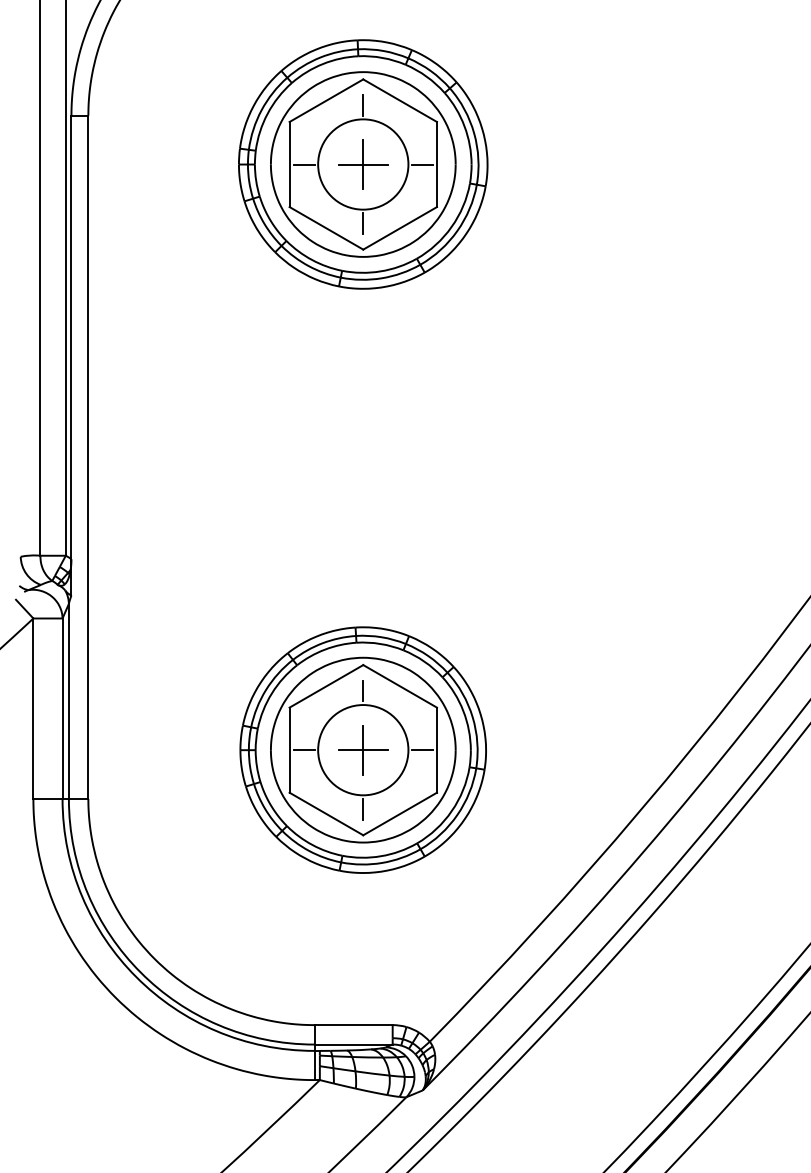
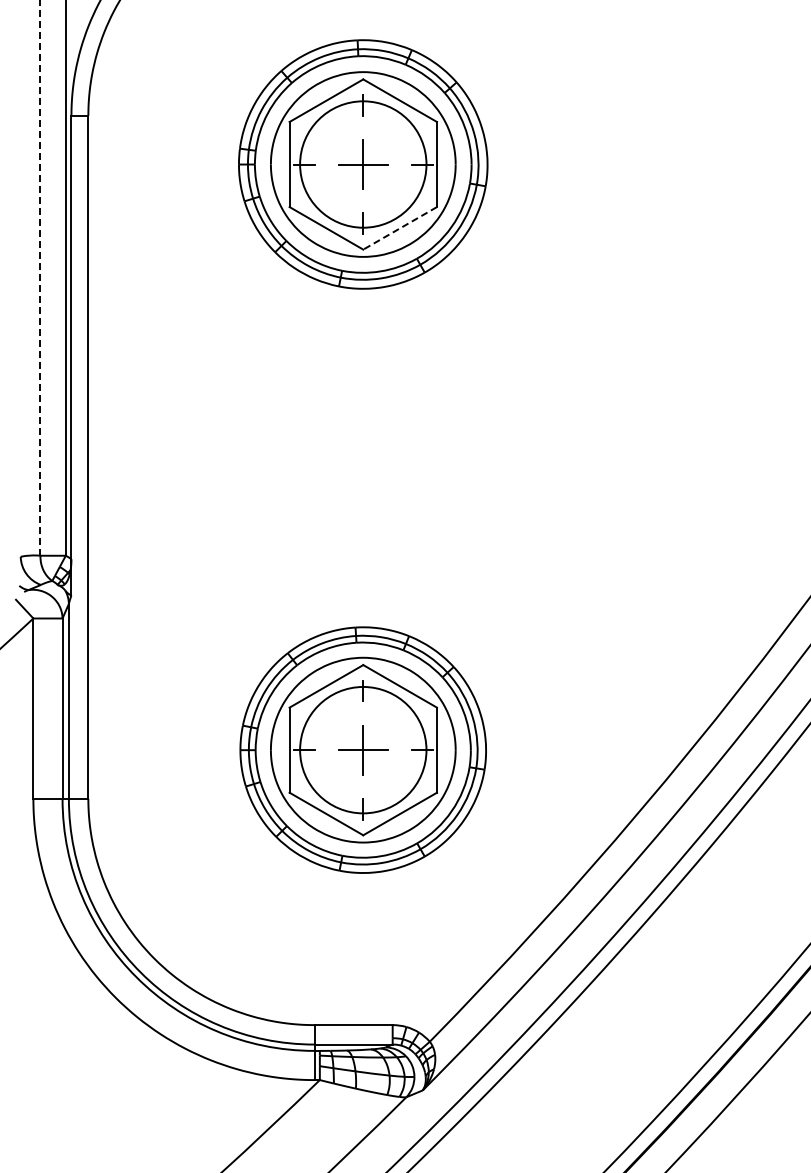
circle at (363, 164) diameter: 90 px -> 126 px
line at (400, 228): solid -> dashed
line at (40, 278): solid -> dashed
circle at (363, 750) diameter: 90 px -> 126 px
